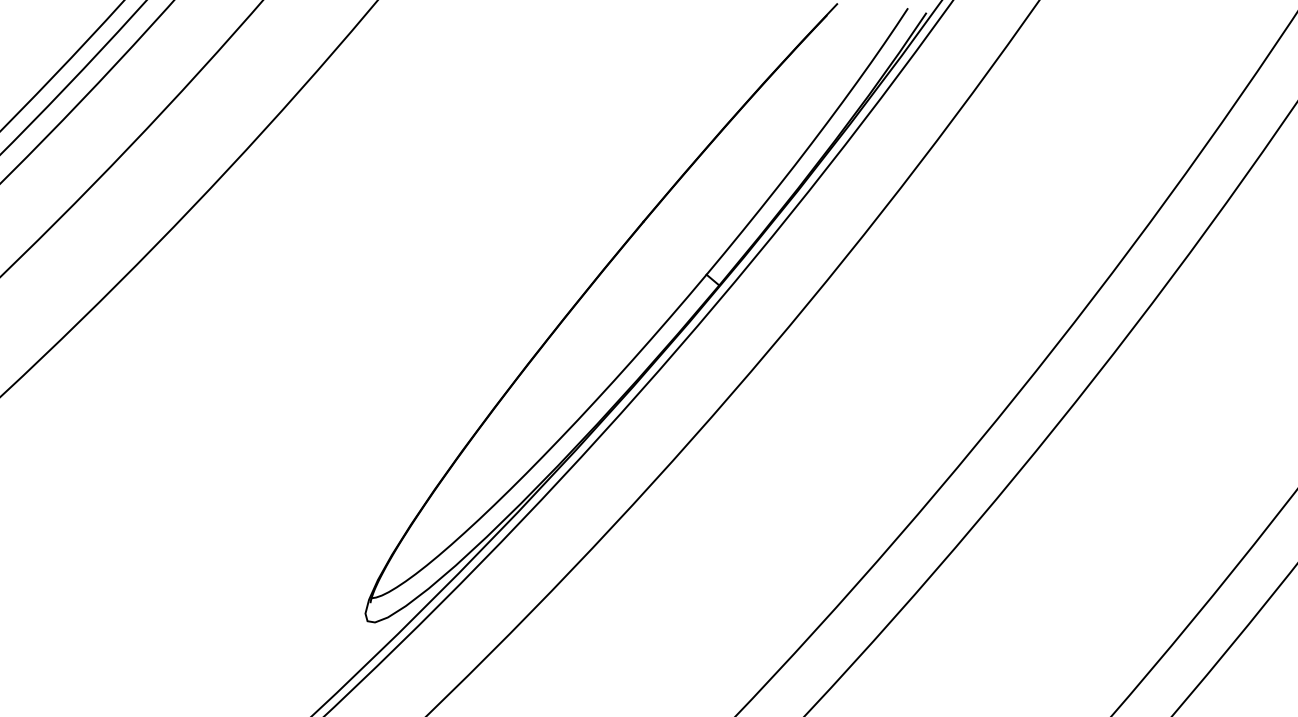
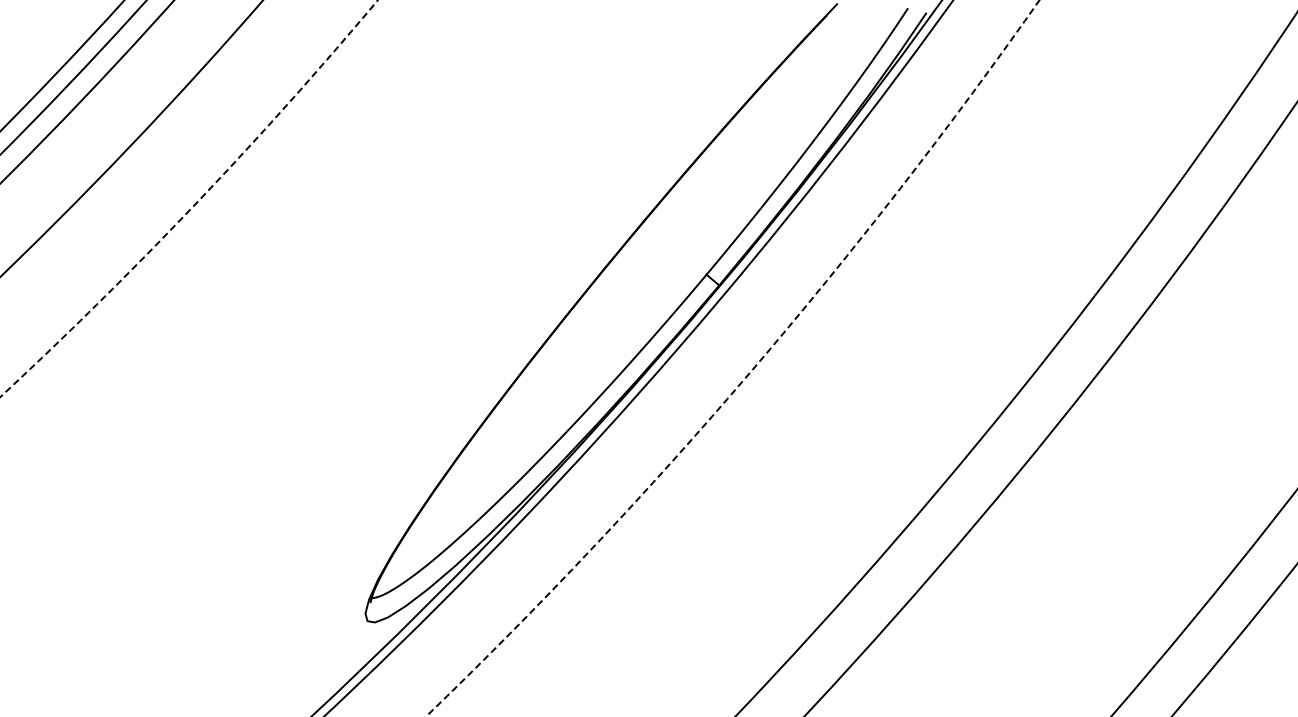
circle at (189, 198): solid -> dashed
circle at (732, 358): solid -> dashed
